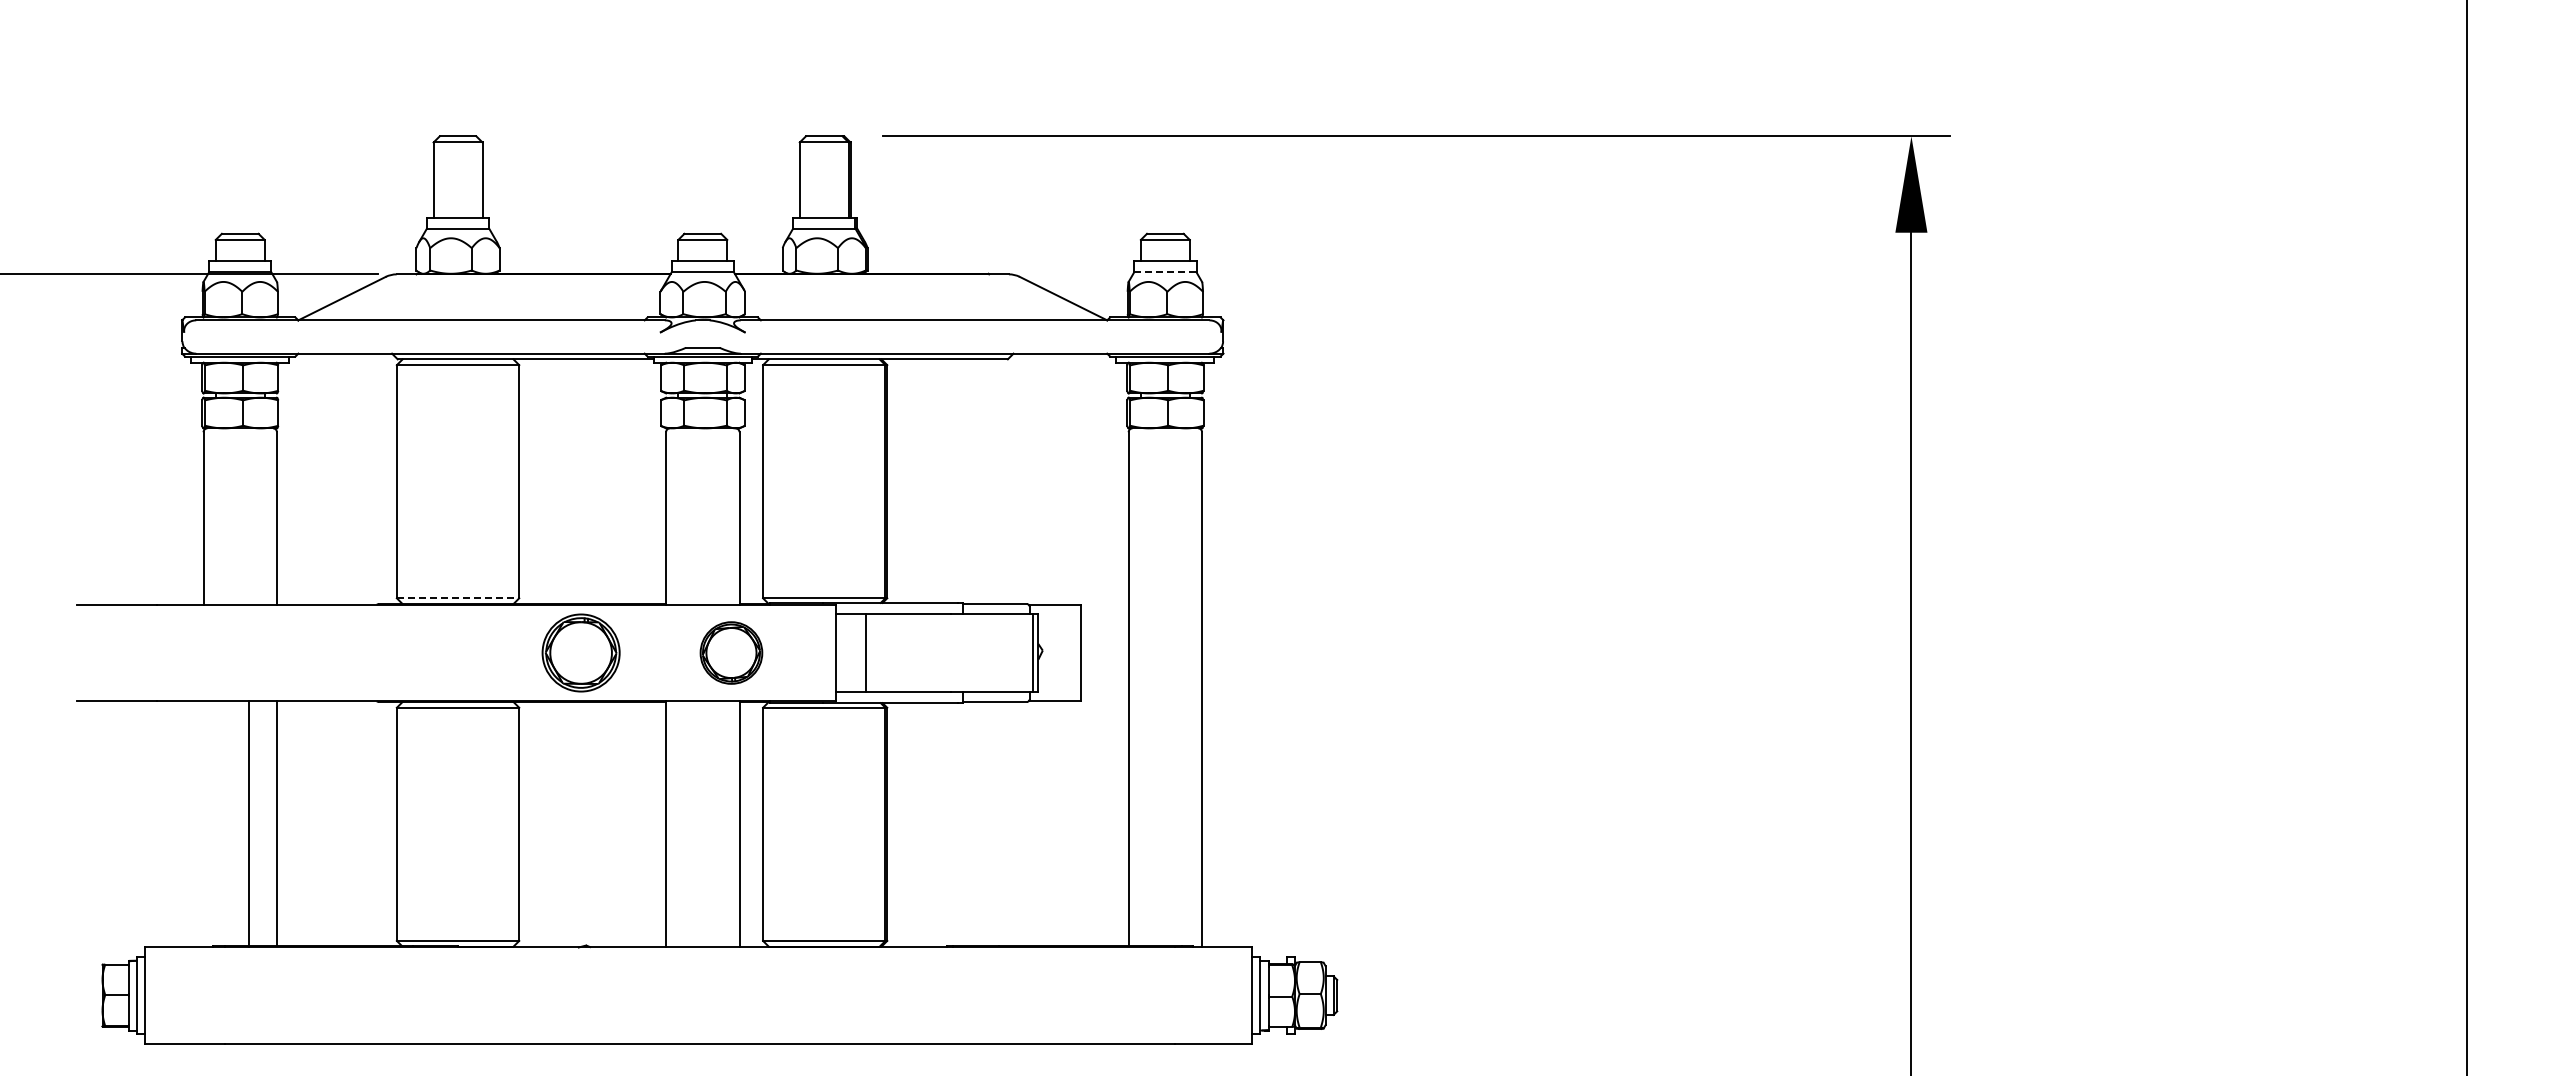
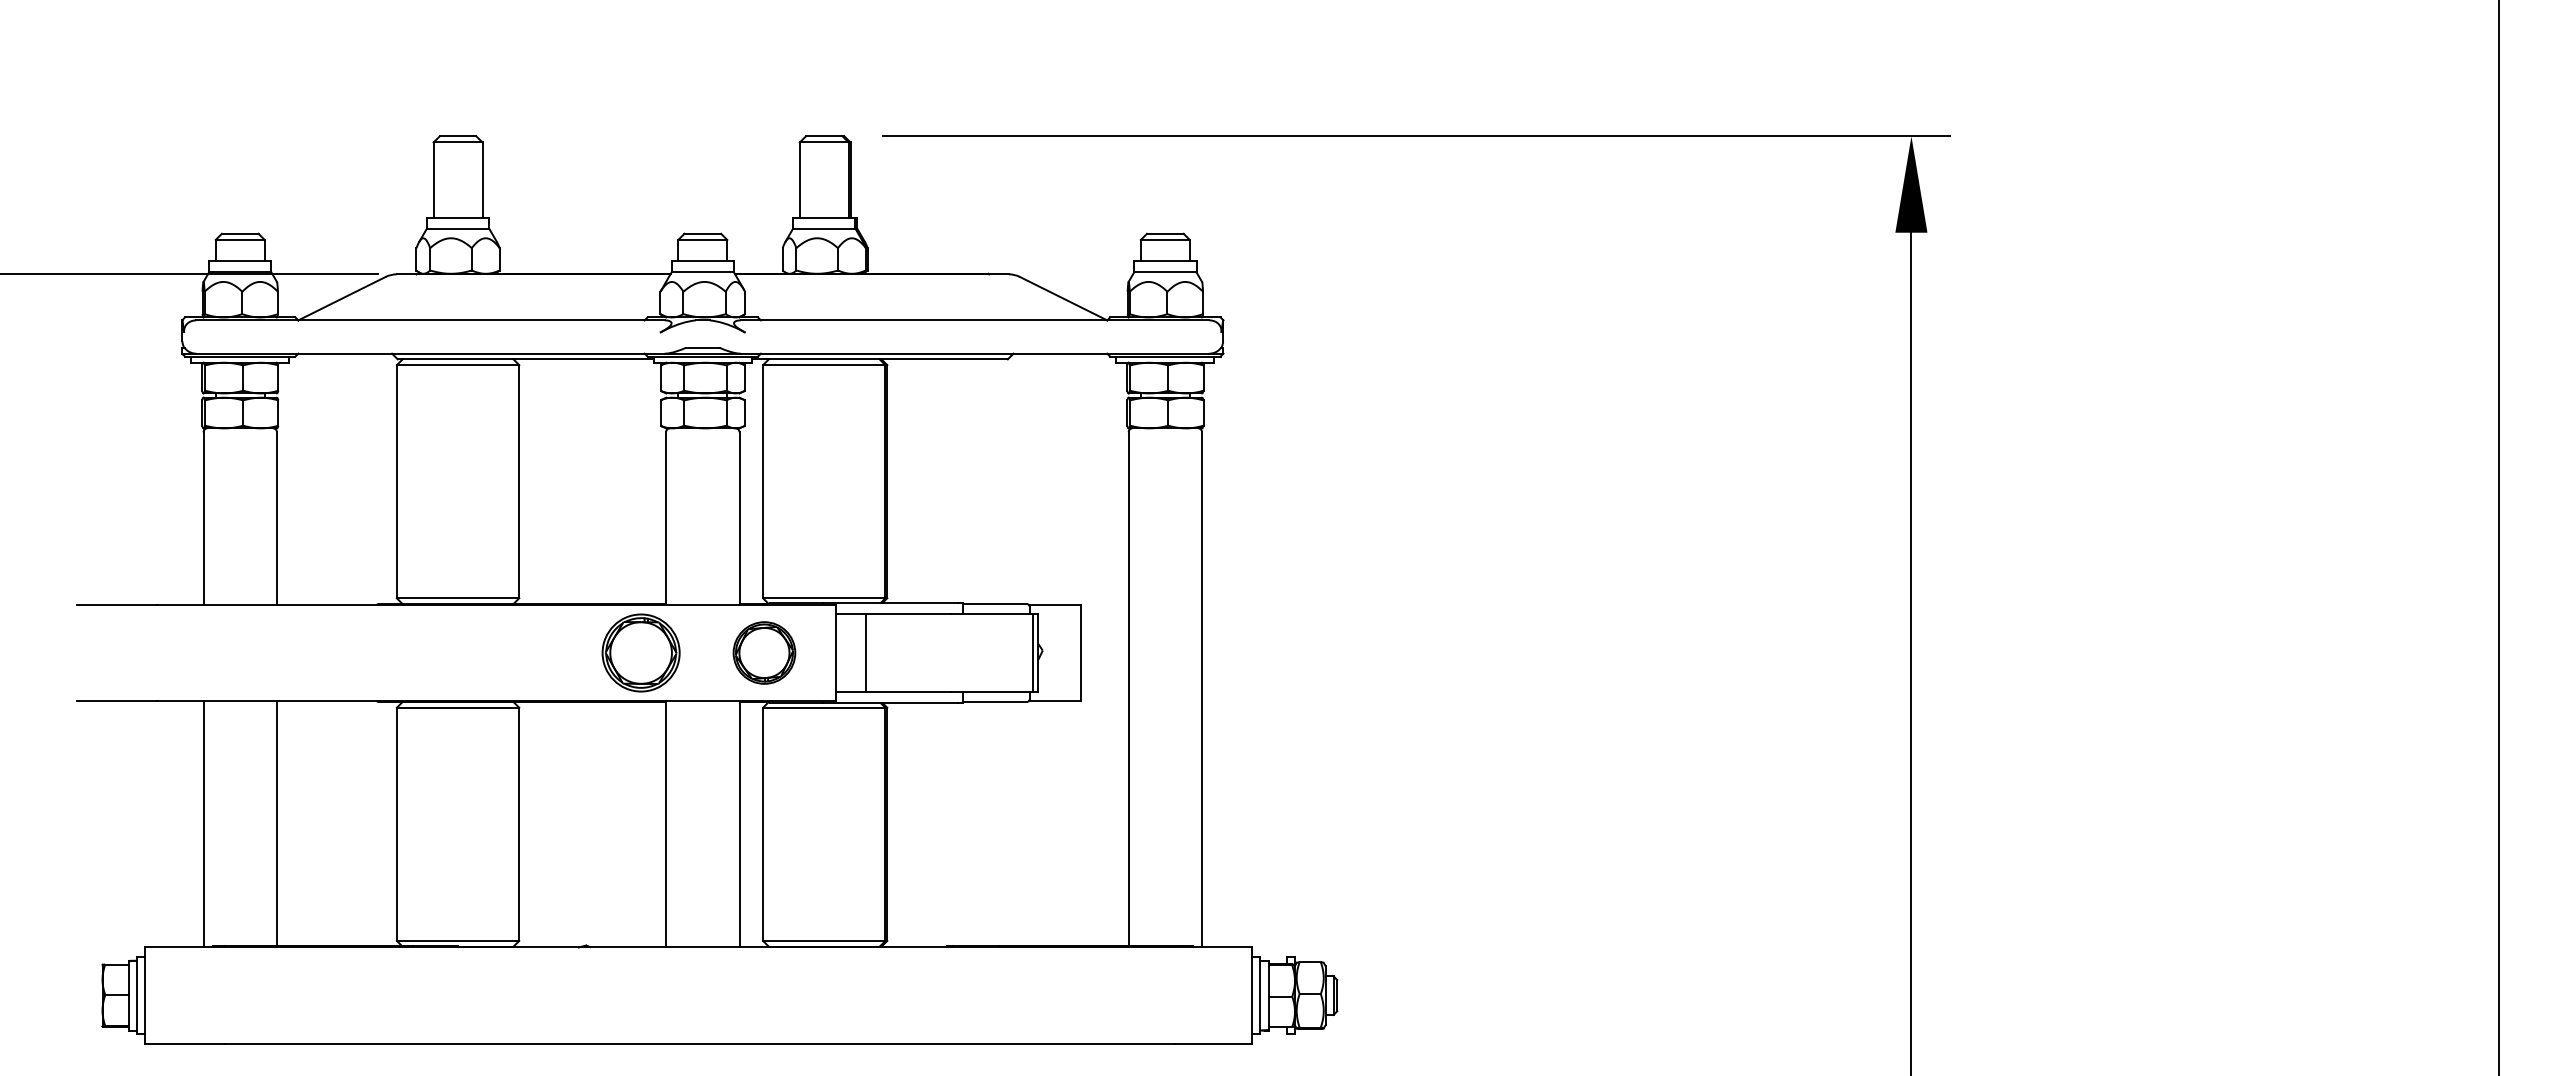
line at (1165, 272): dashed -> solid
line at (2466, 537) position: (2466, 537) -> (2498, 537)
line at (458, 598): dashed -> solid
part at (580, 652) position: (580, 652) -> (640, 652)
part at (731, 652) position: (731, 652) -> (764, 652)
line at (248, 824) position: (248, 824) -> (203, 824)
